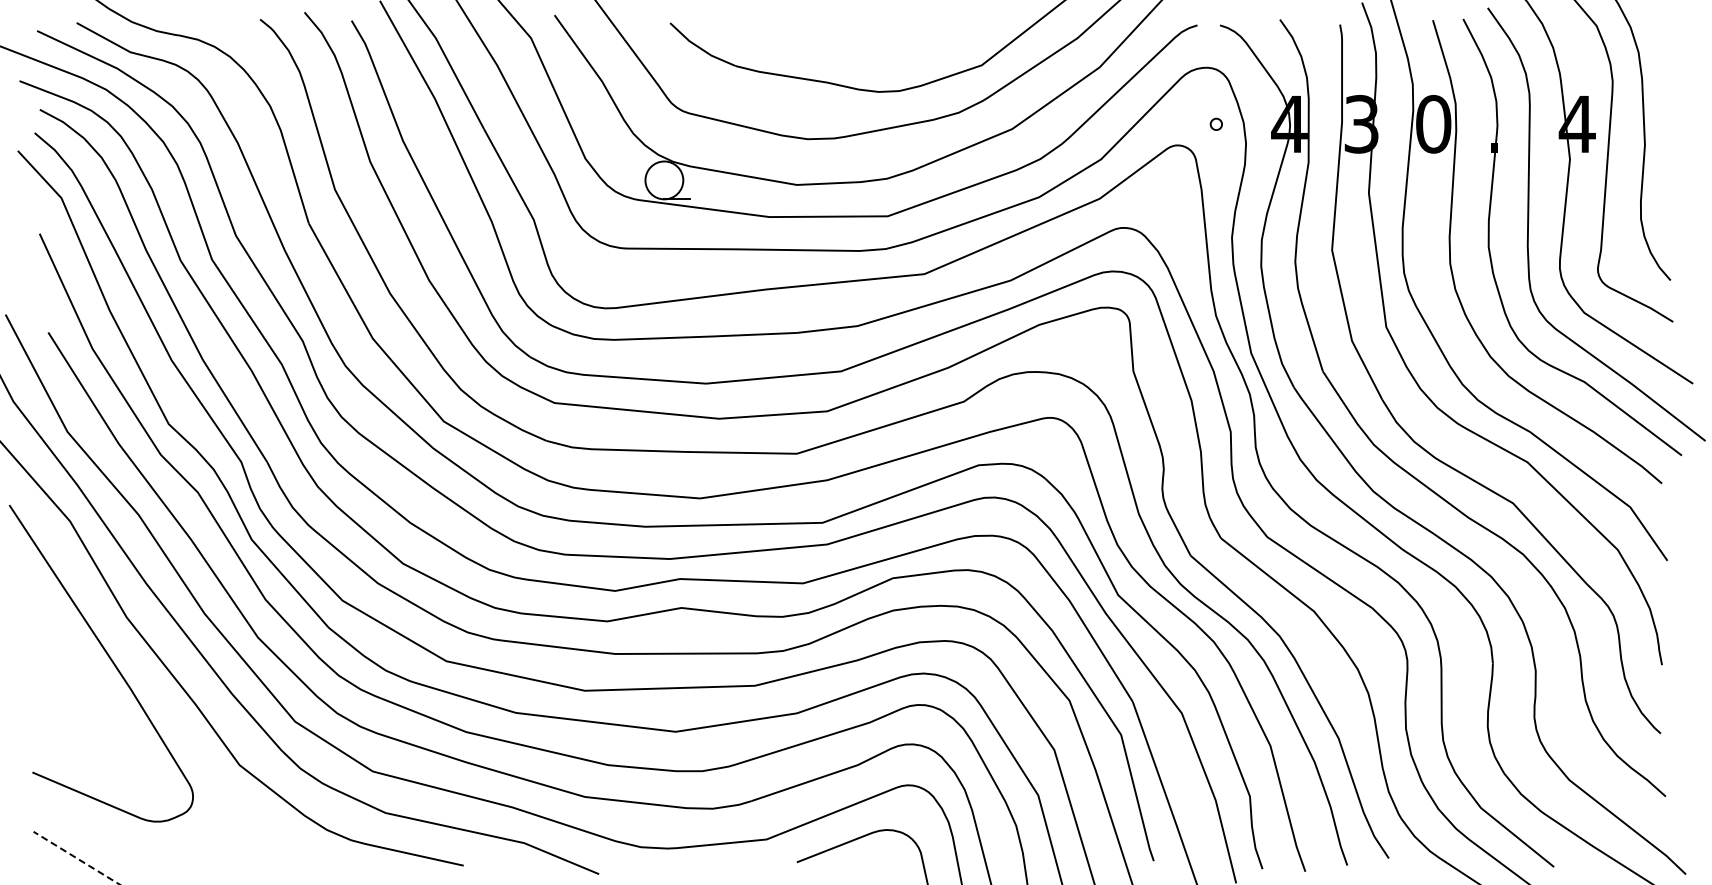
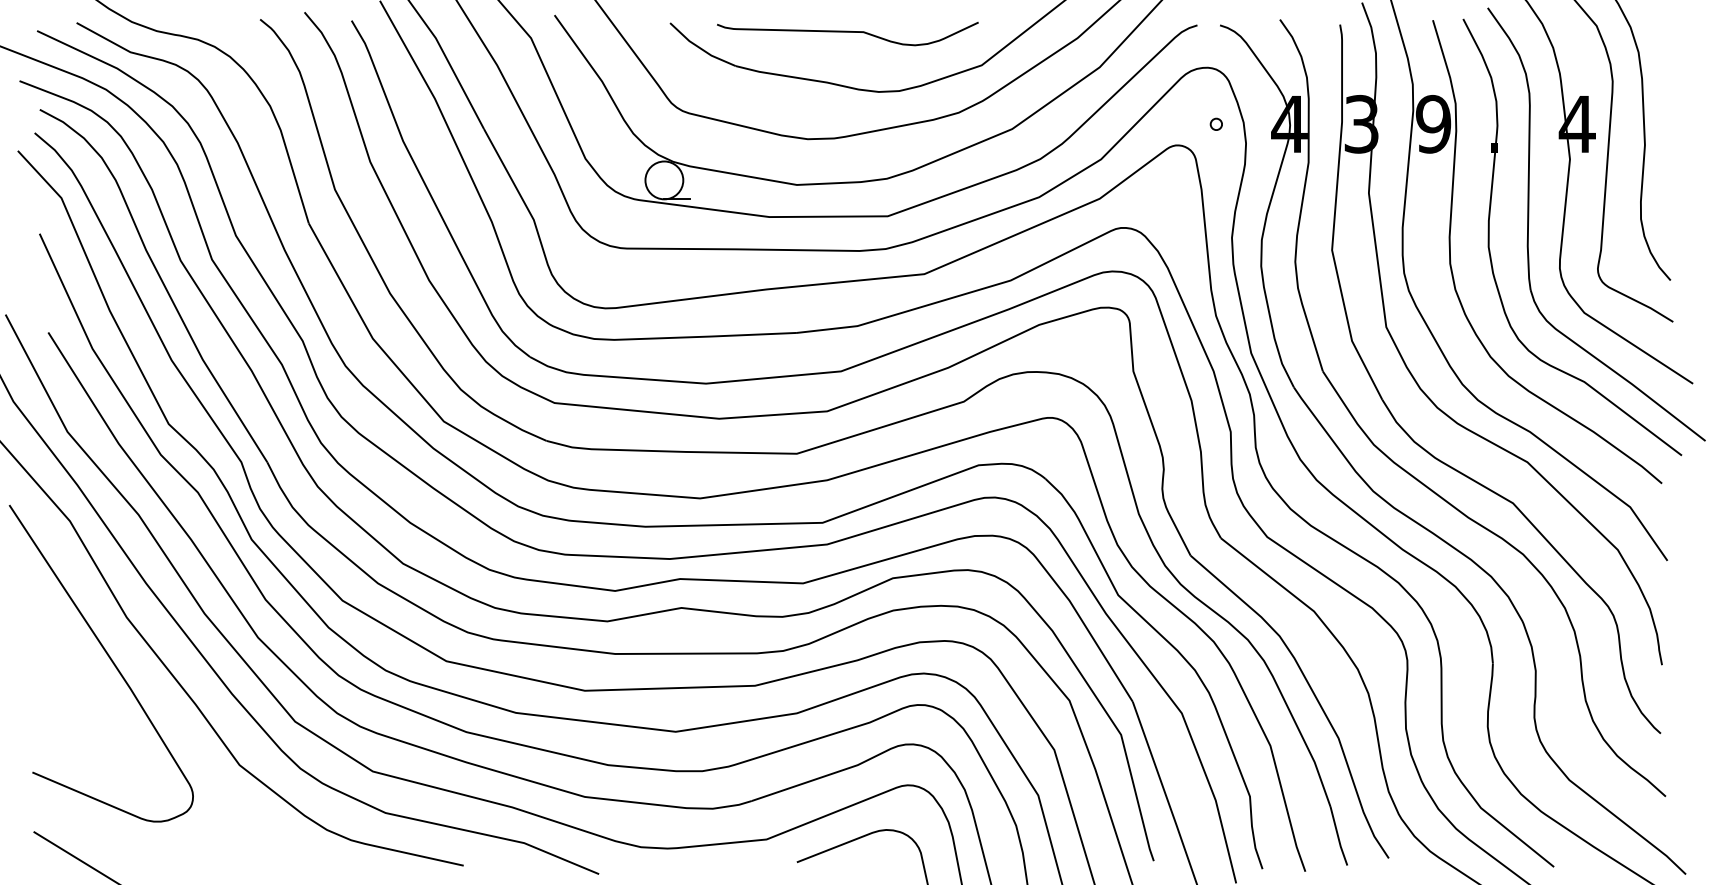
curve at (847, 32): none -> present
text at (1433, 124): 0 -> 9
line at (76, 858): dashed -> solid
